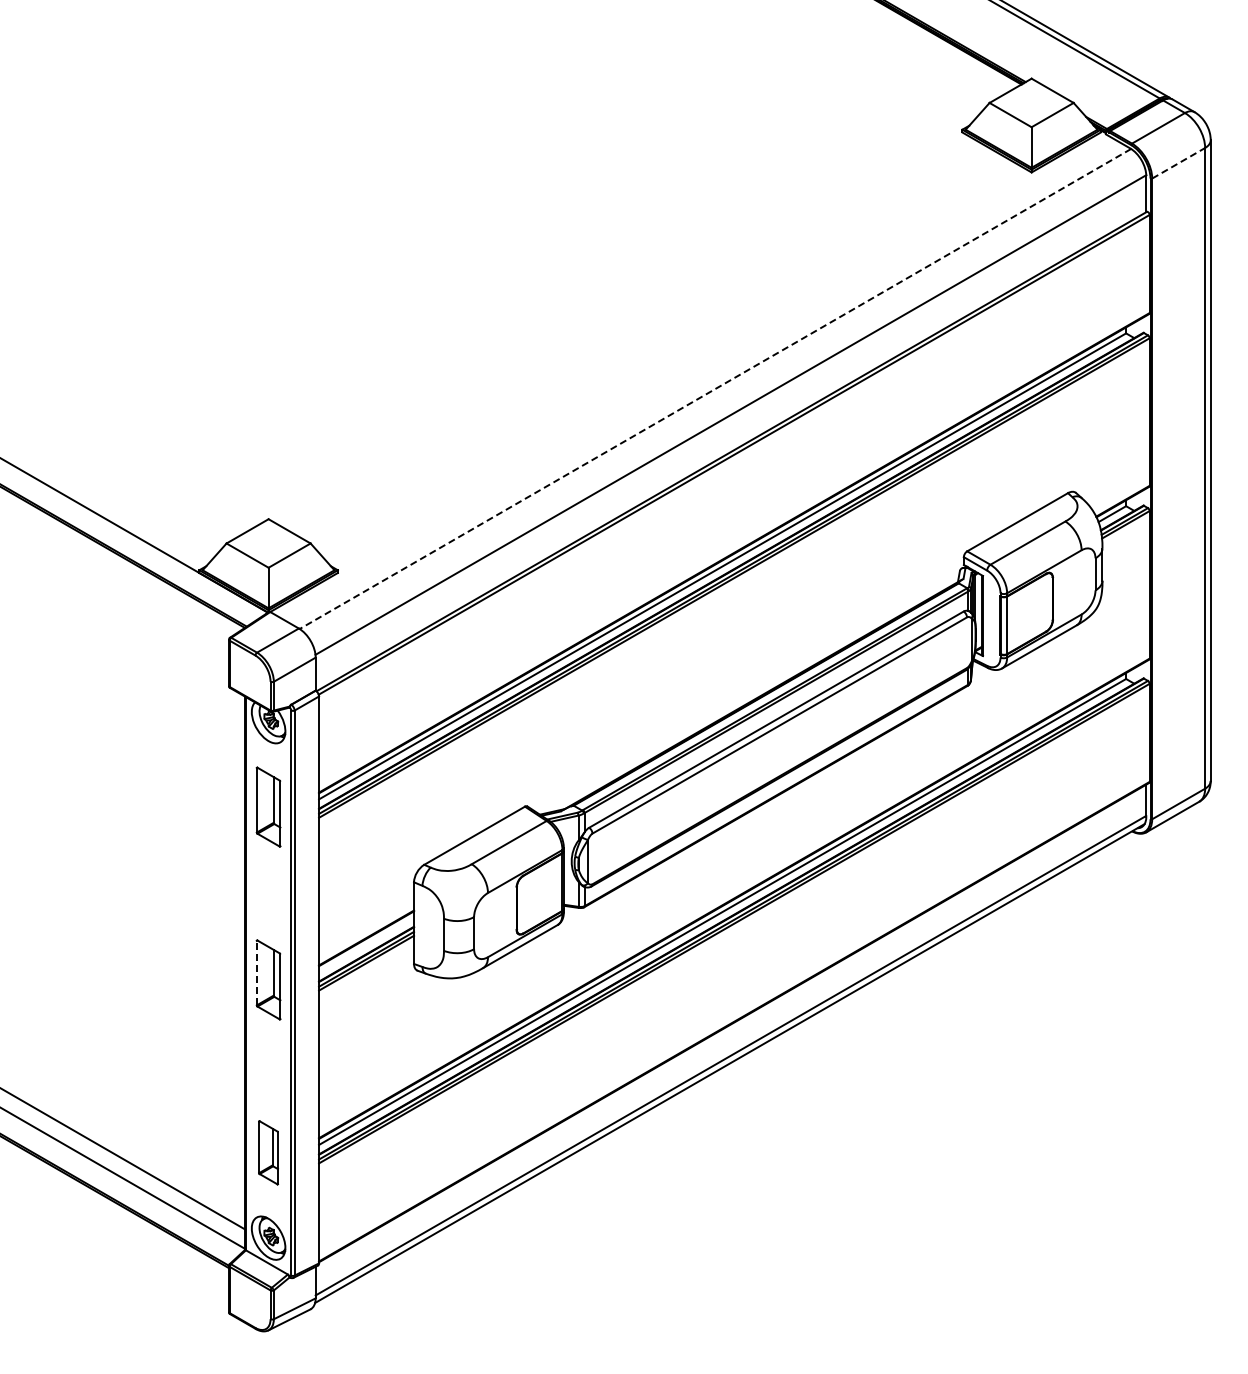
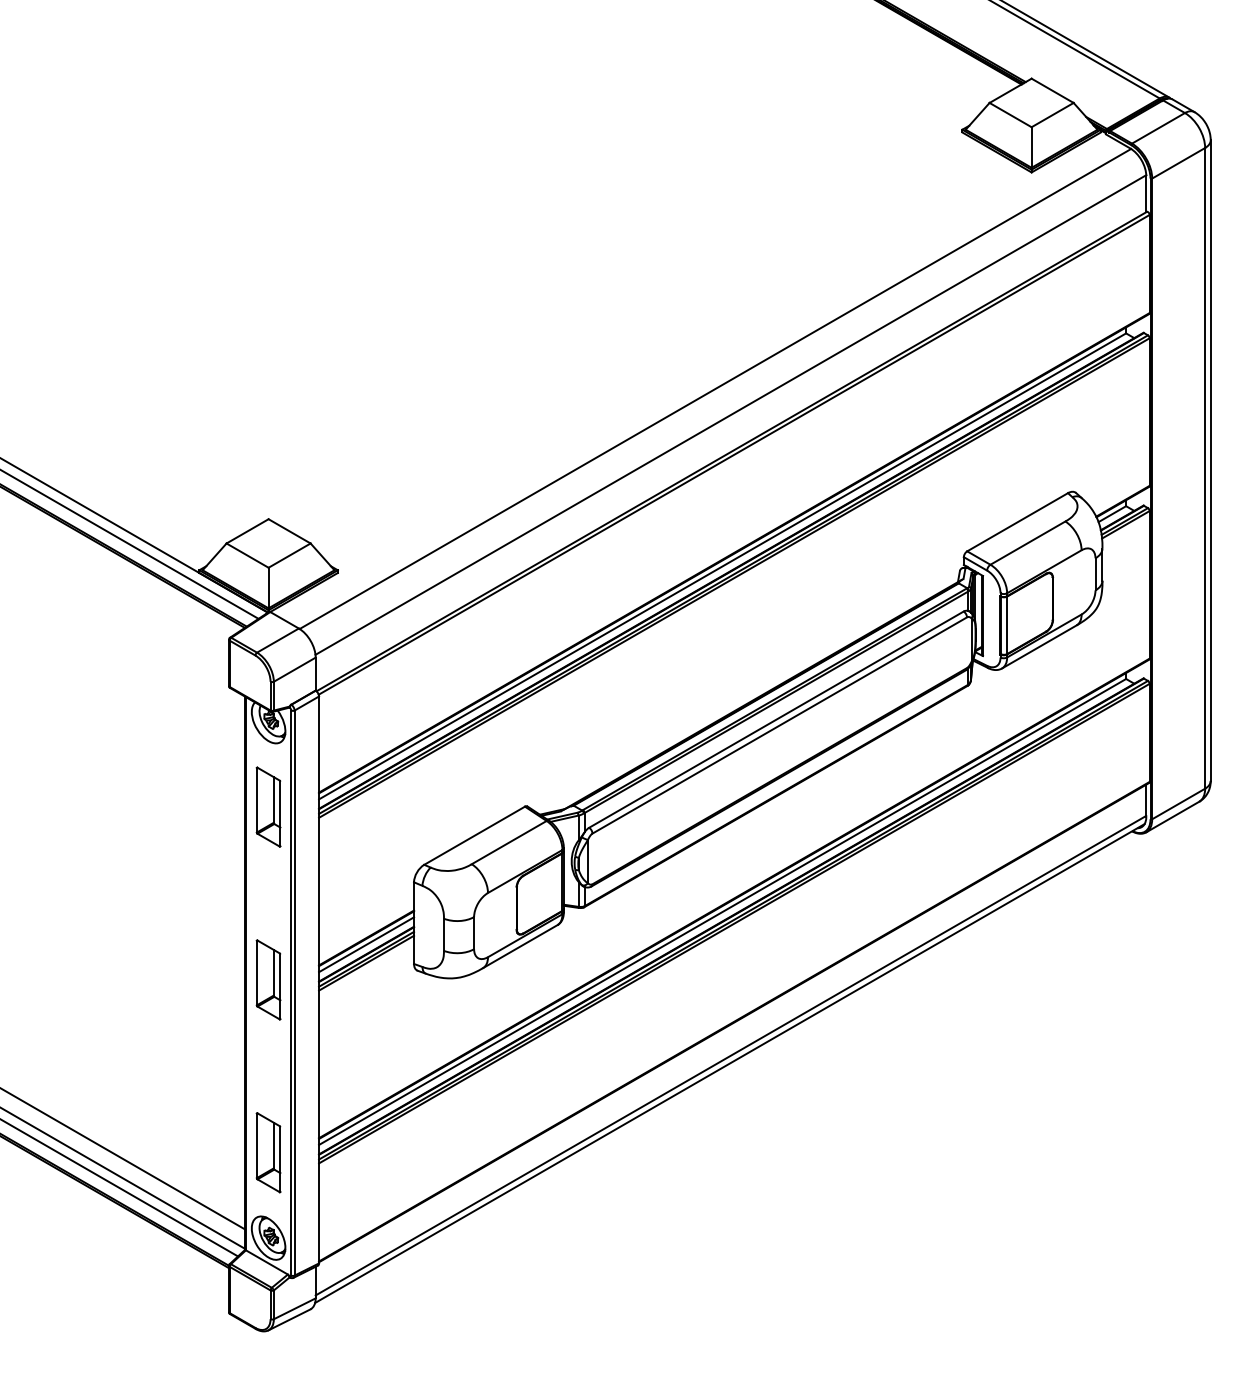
line at (1178, 163): dashed -> solid
line at (714, 389): dashed -> solid
line at (130, 544): none -> present
line at (366, 944): none -> present
line at (256, 972): dashed -> solid
part at (268, 1152) size: 21x66 px -> 27x82 px
line at (120, 1188): none -> present
